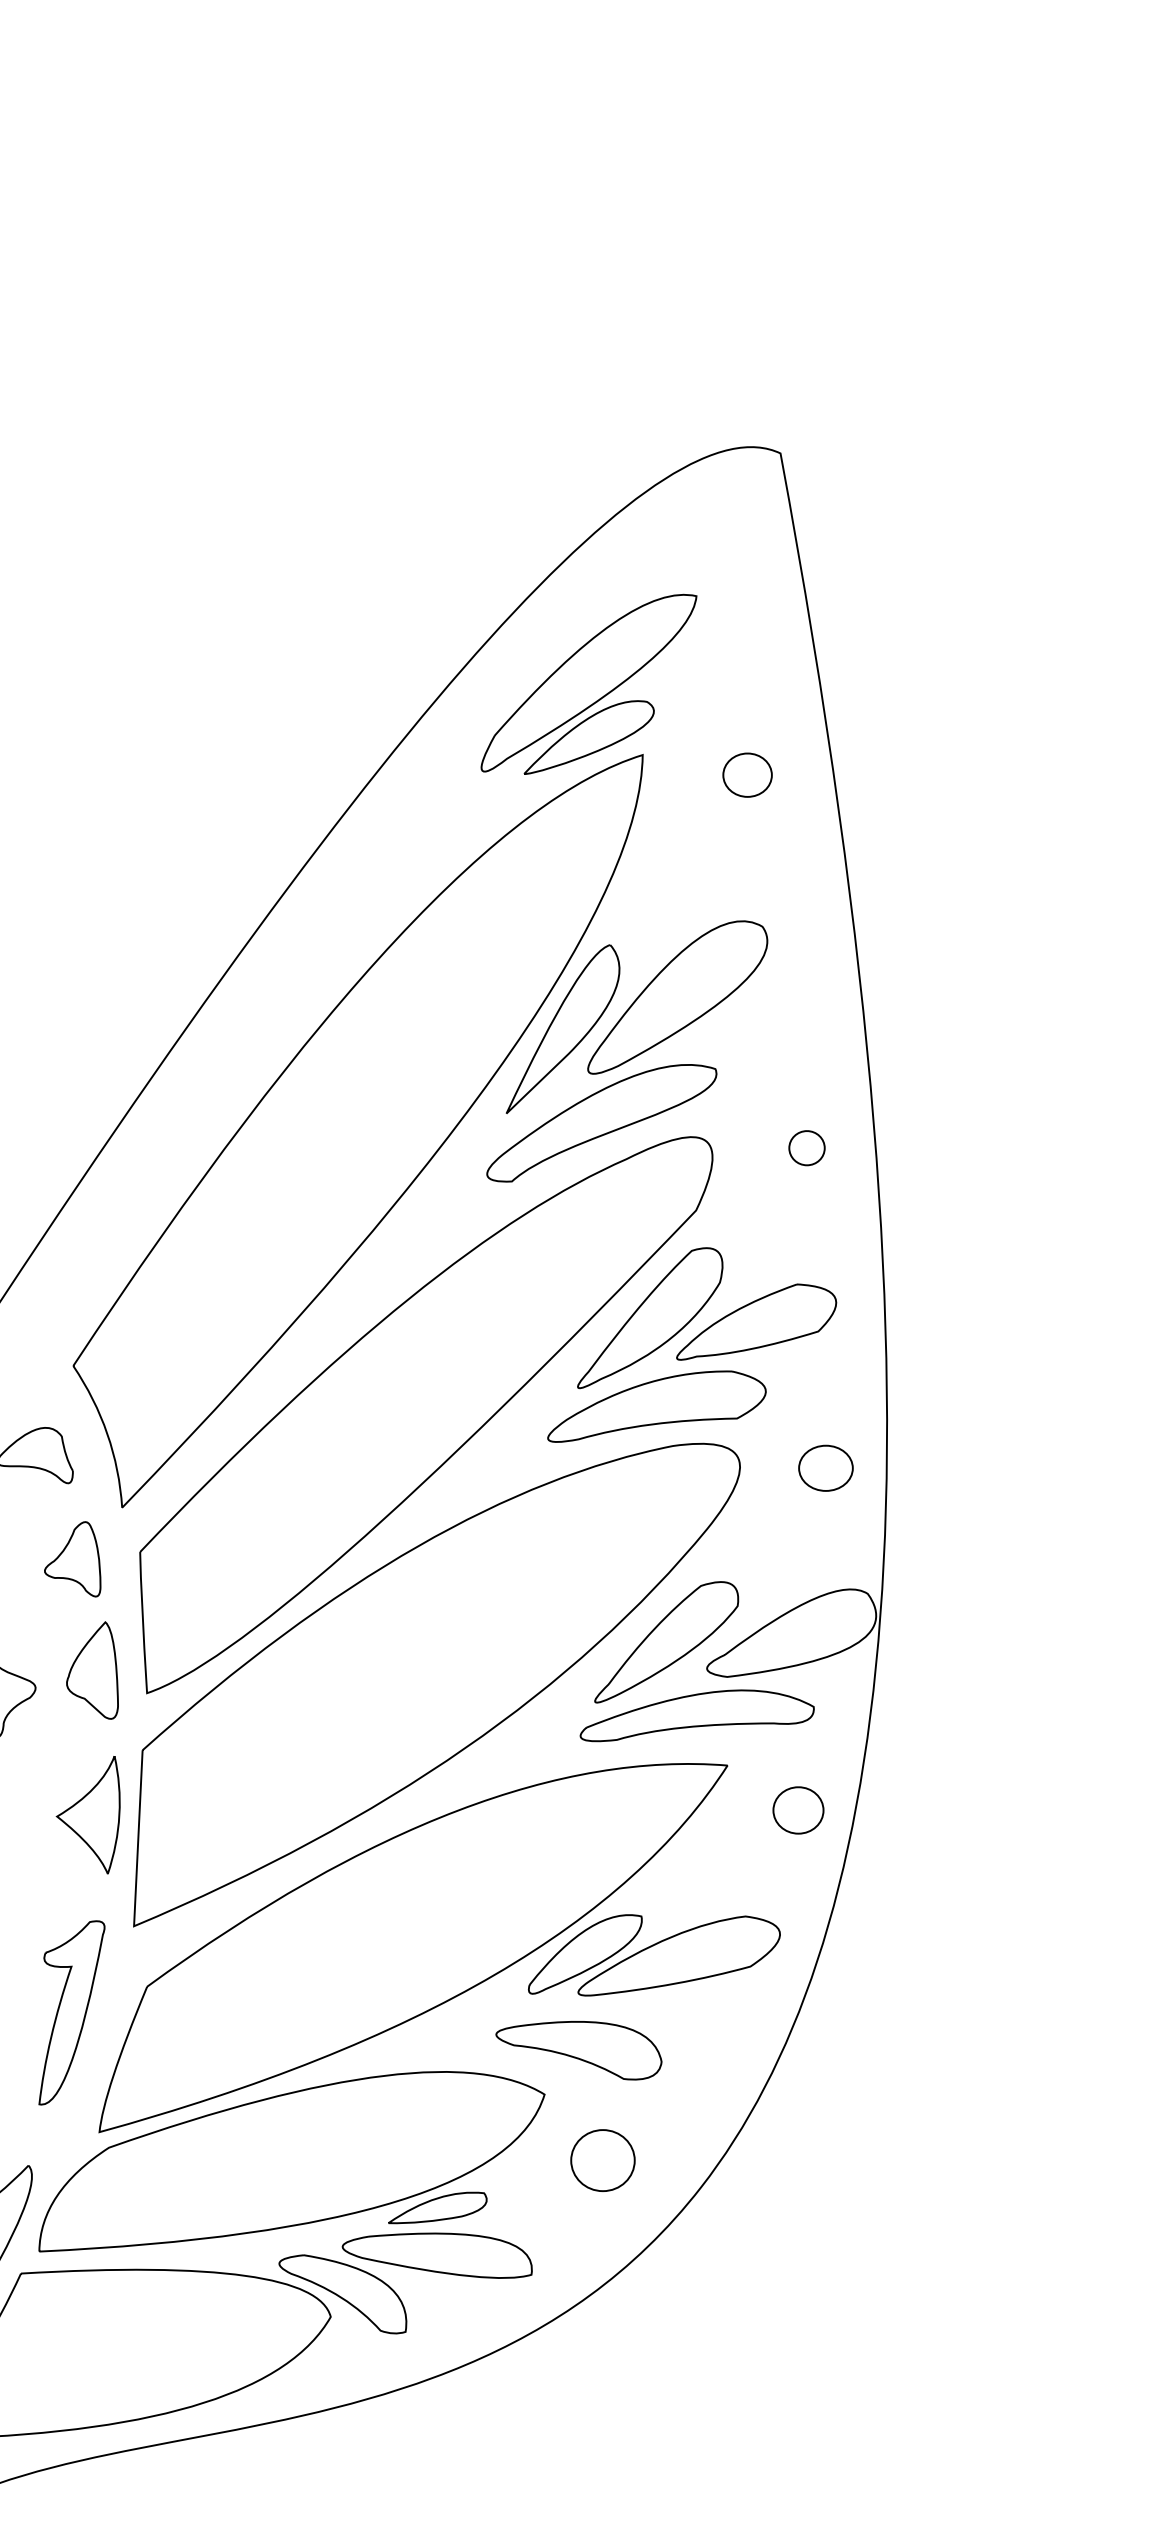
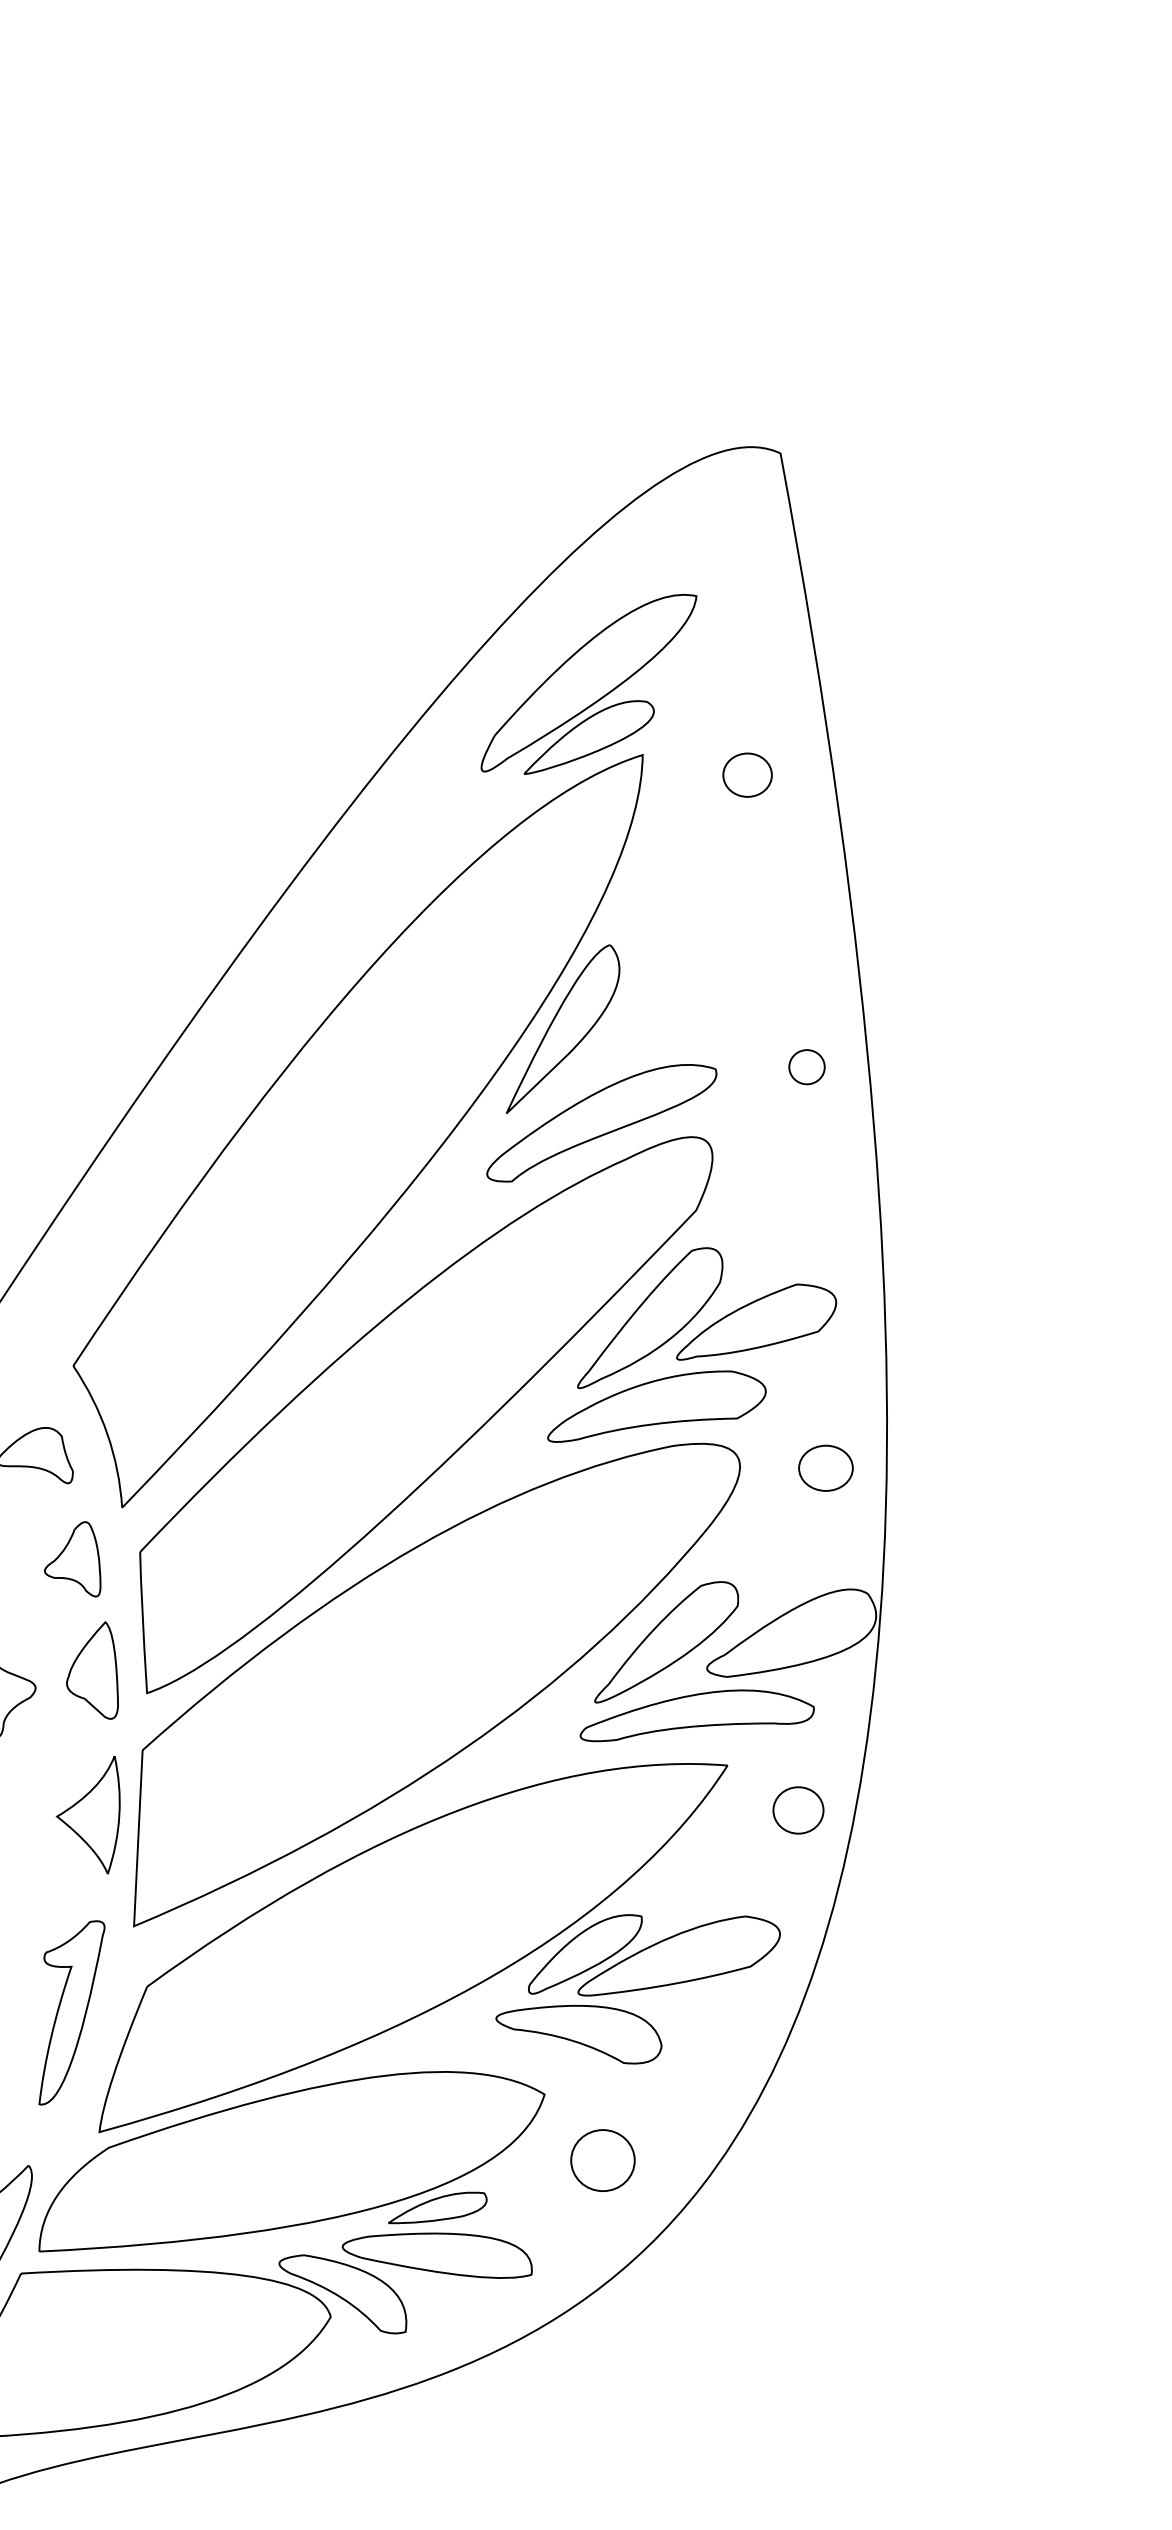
part at (677, 997): present -> none
part at (806, 1148) position: (806, 1148) -> (806, 1067)
part at (578, 2050) position: (578, 2050) -> (578, 2034)
